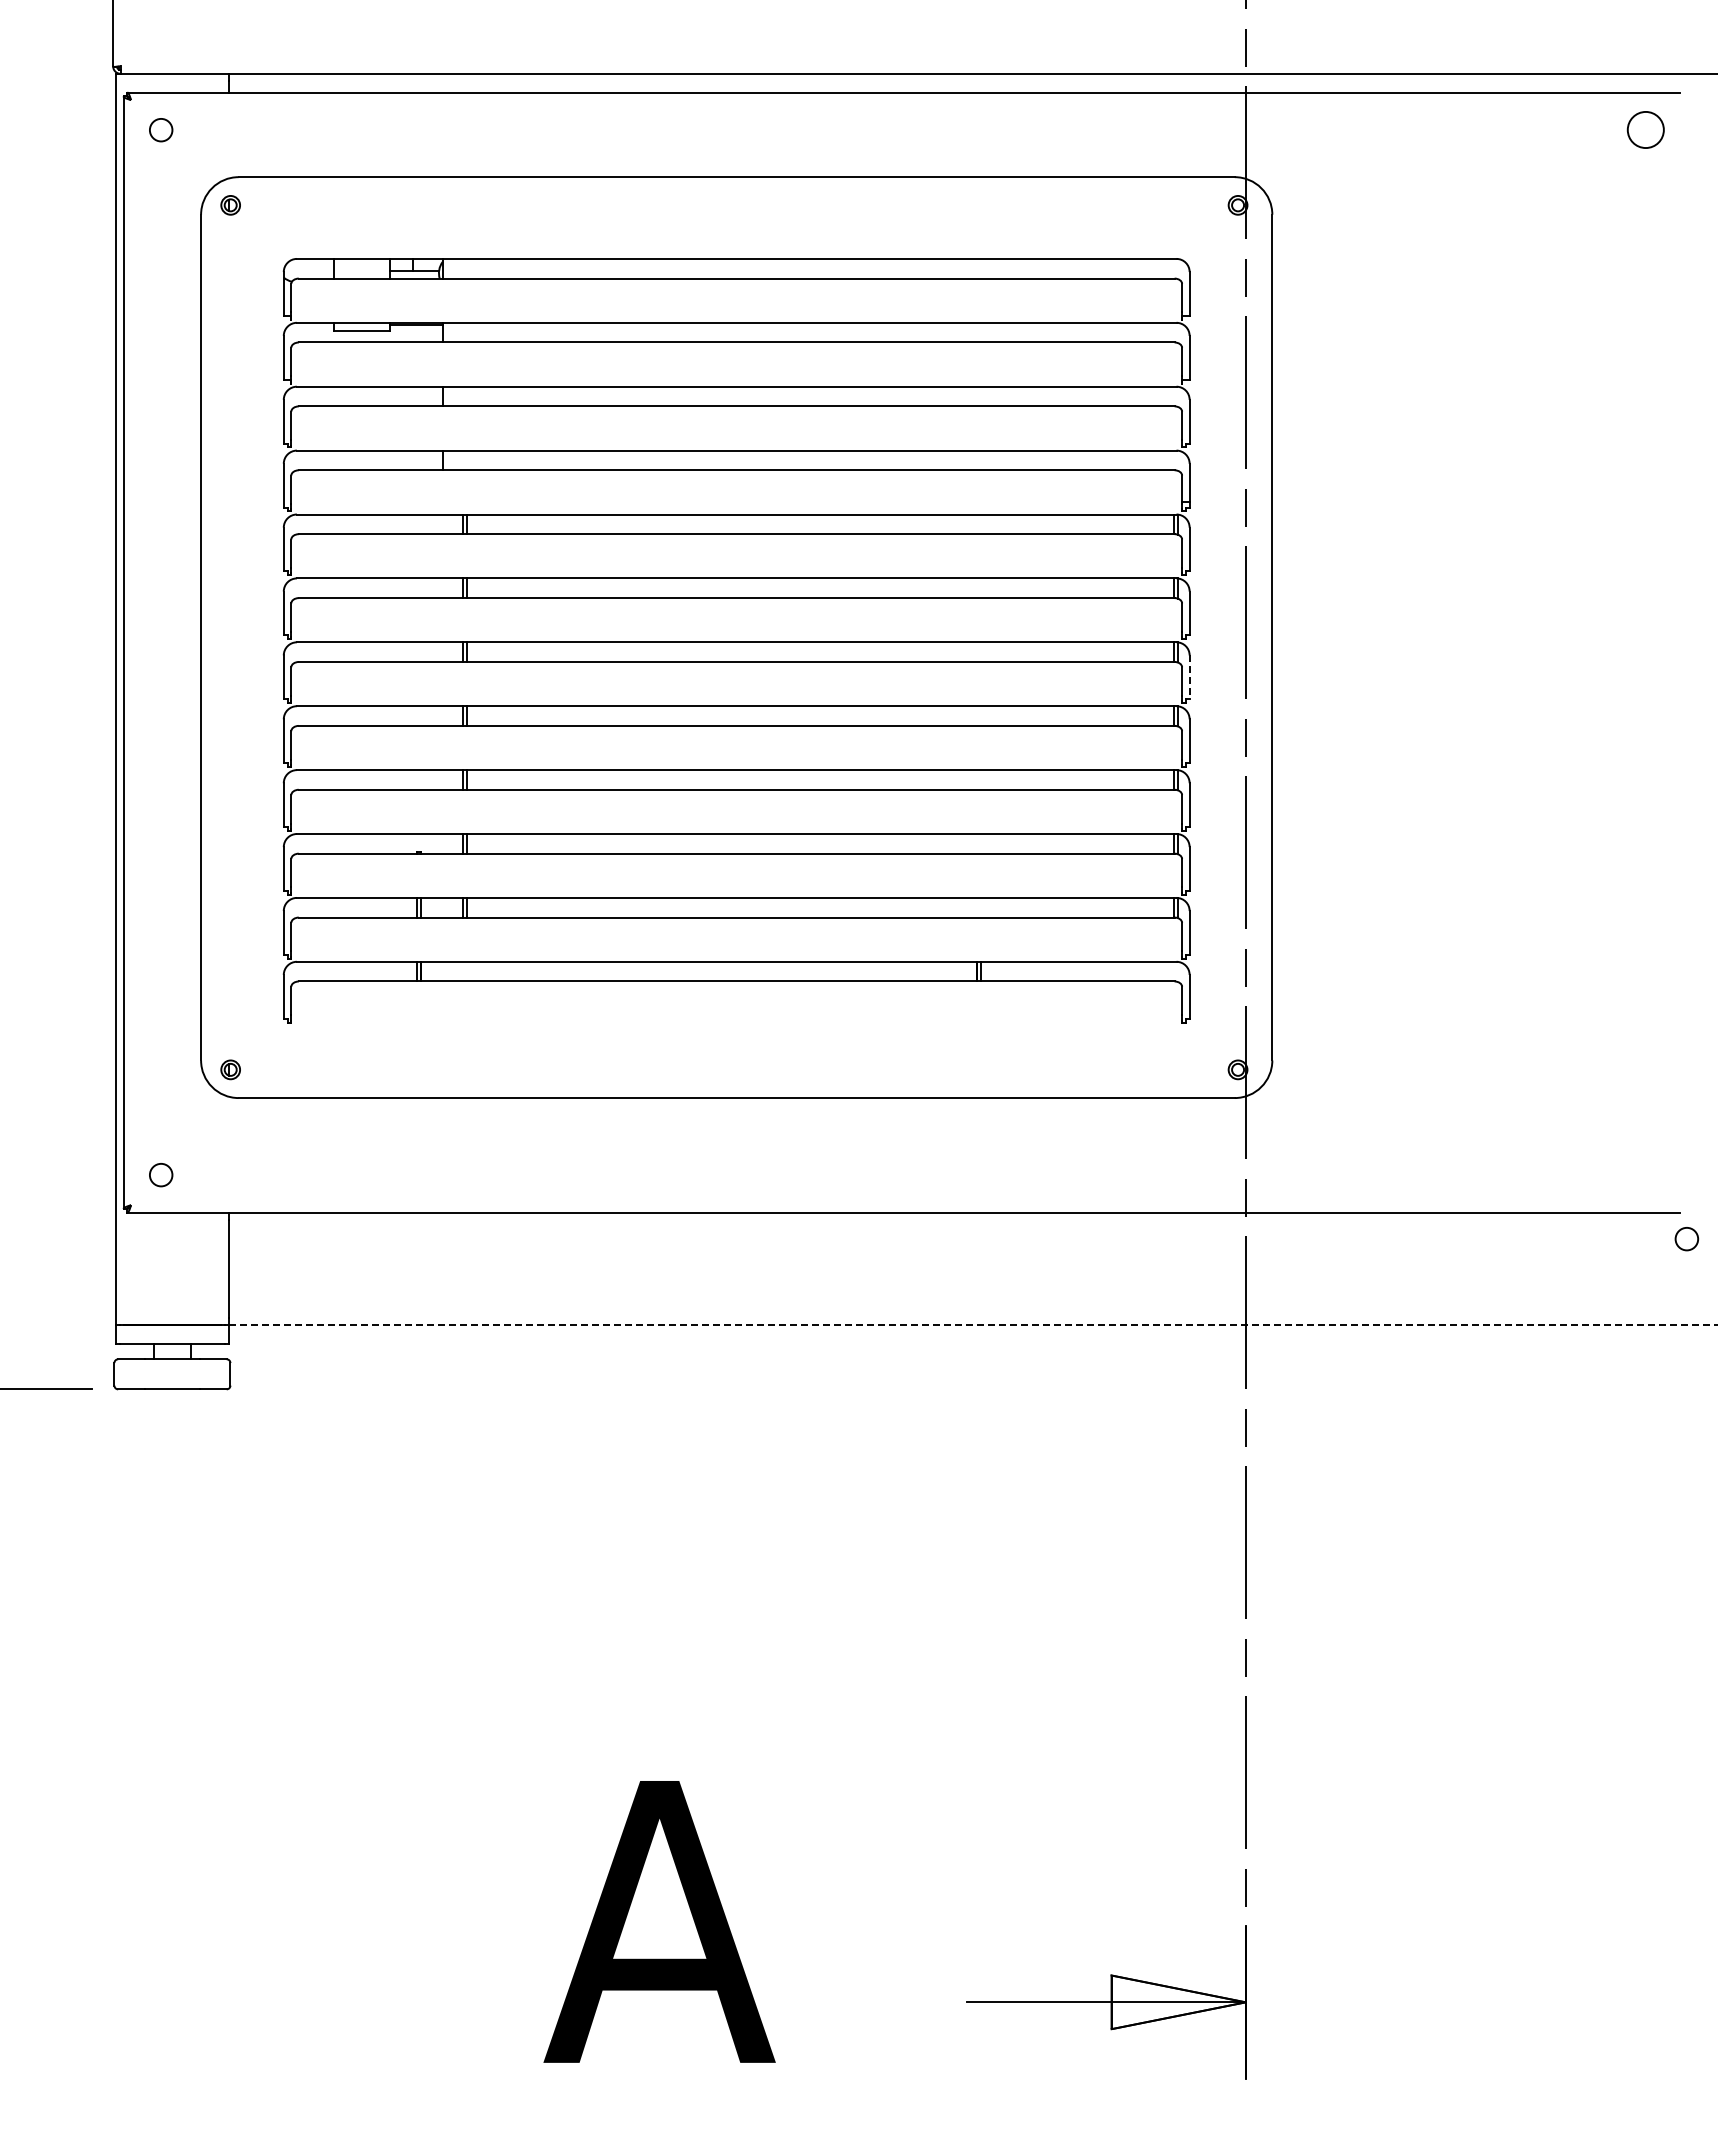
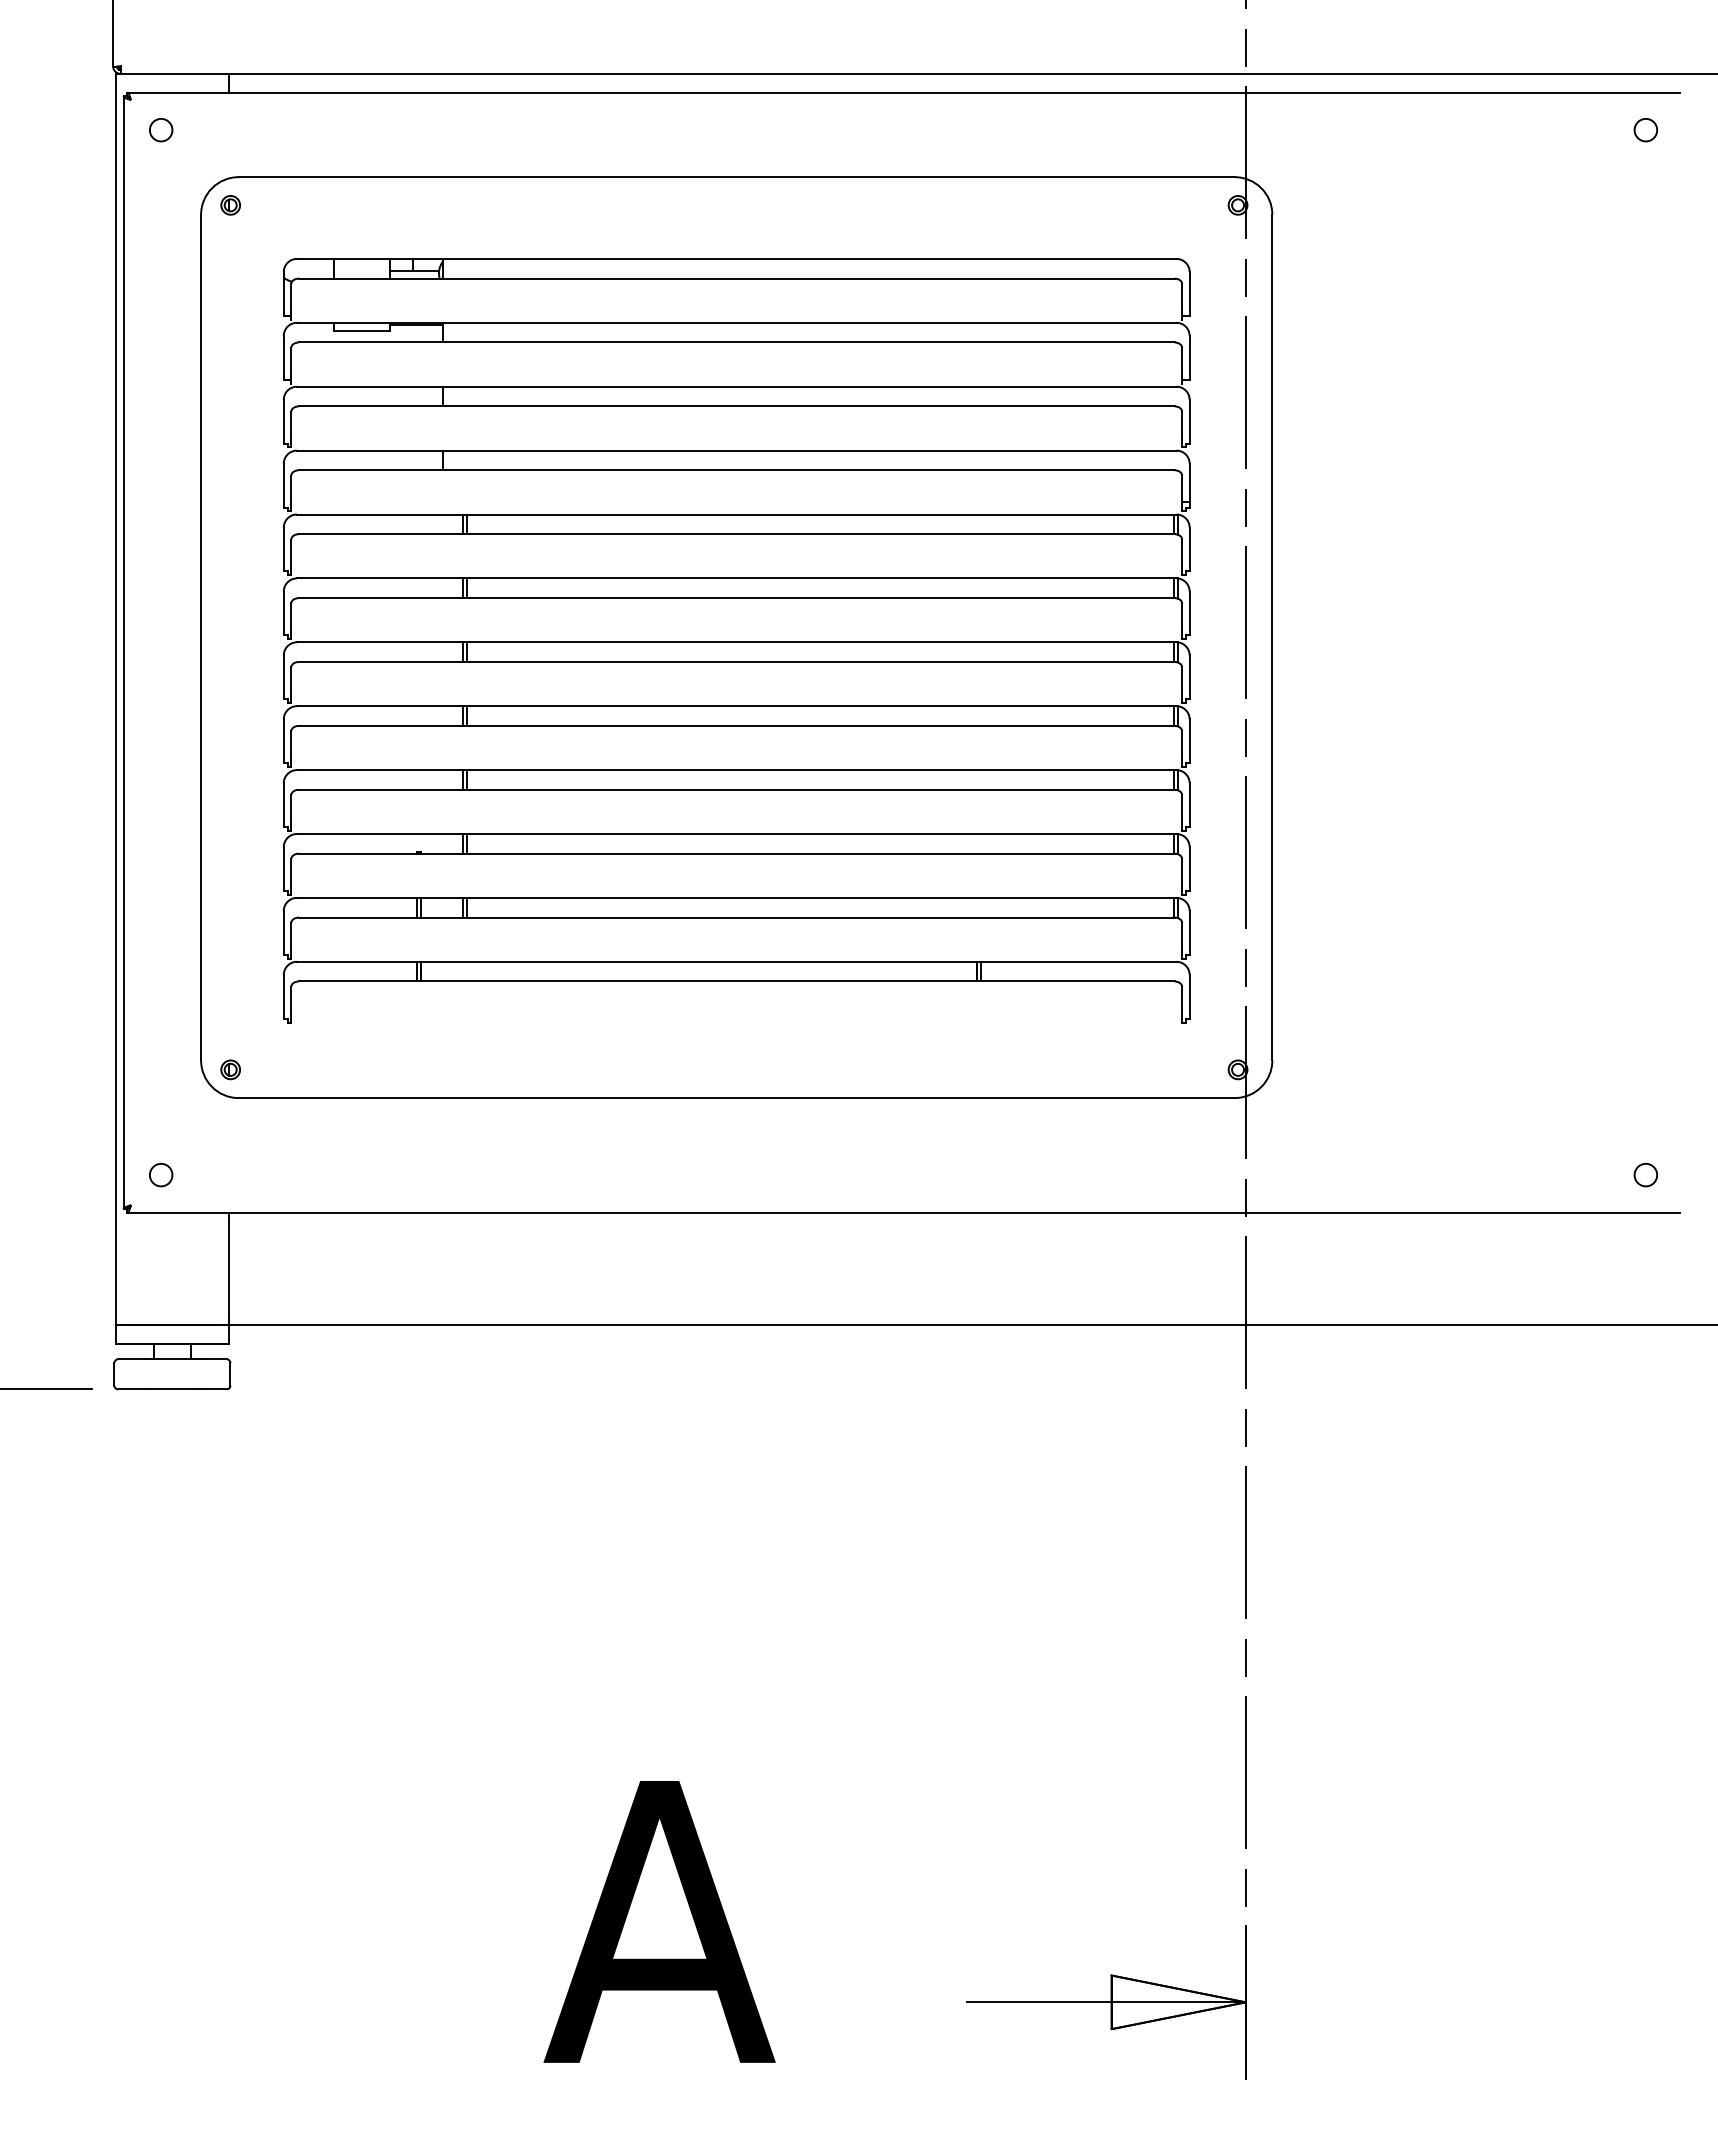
circle at (1645, 129) size: 39x38 px -> 26x25 px
line at (1189, 677): dashed -> solid
circle at (1686, 1239) position: (1686, 1239) -> (1645, 1175)
line at (973, 1325): dashed -> solid
